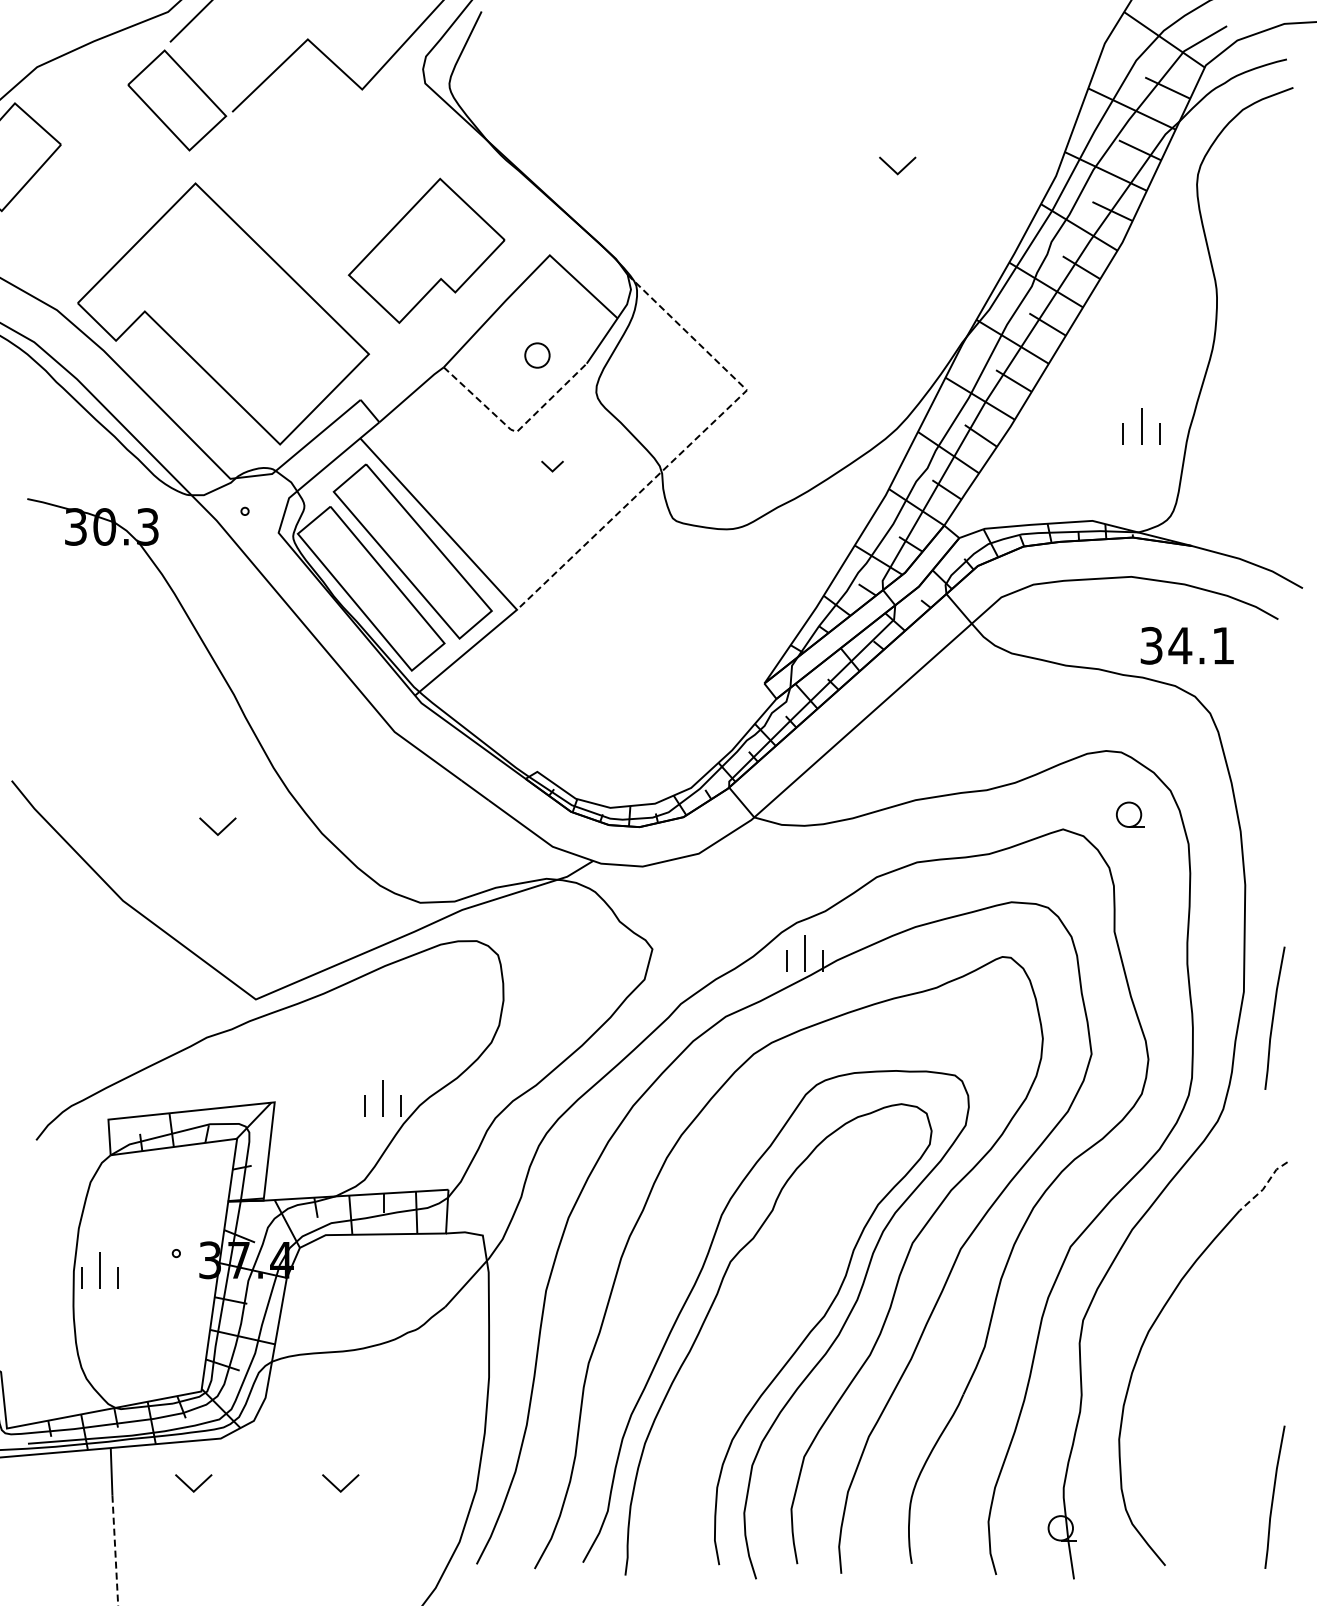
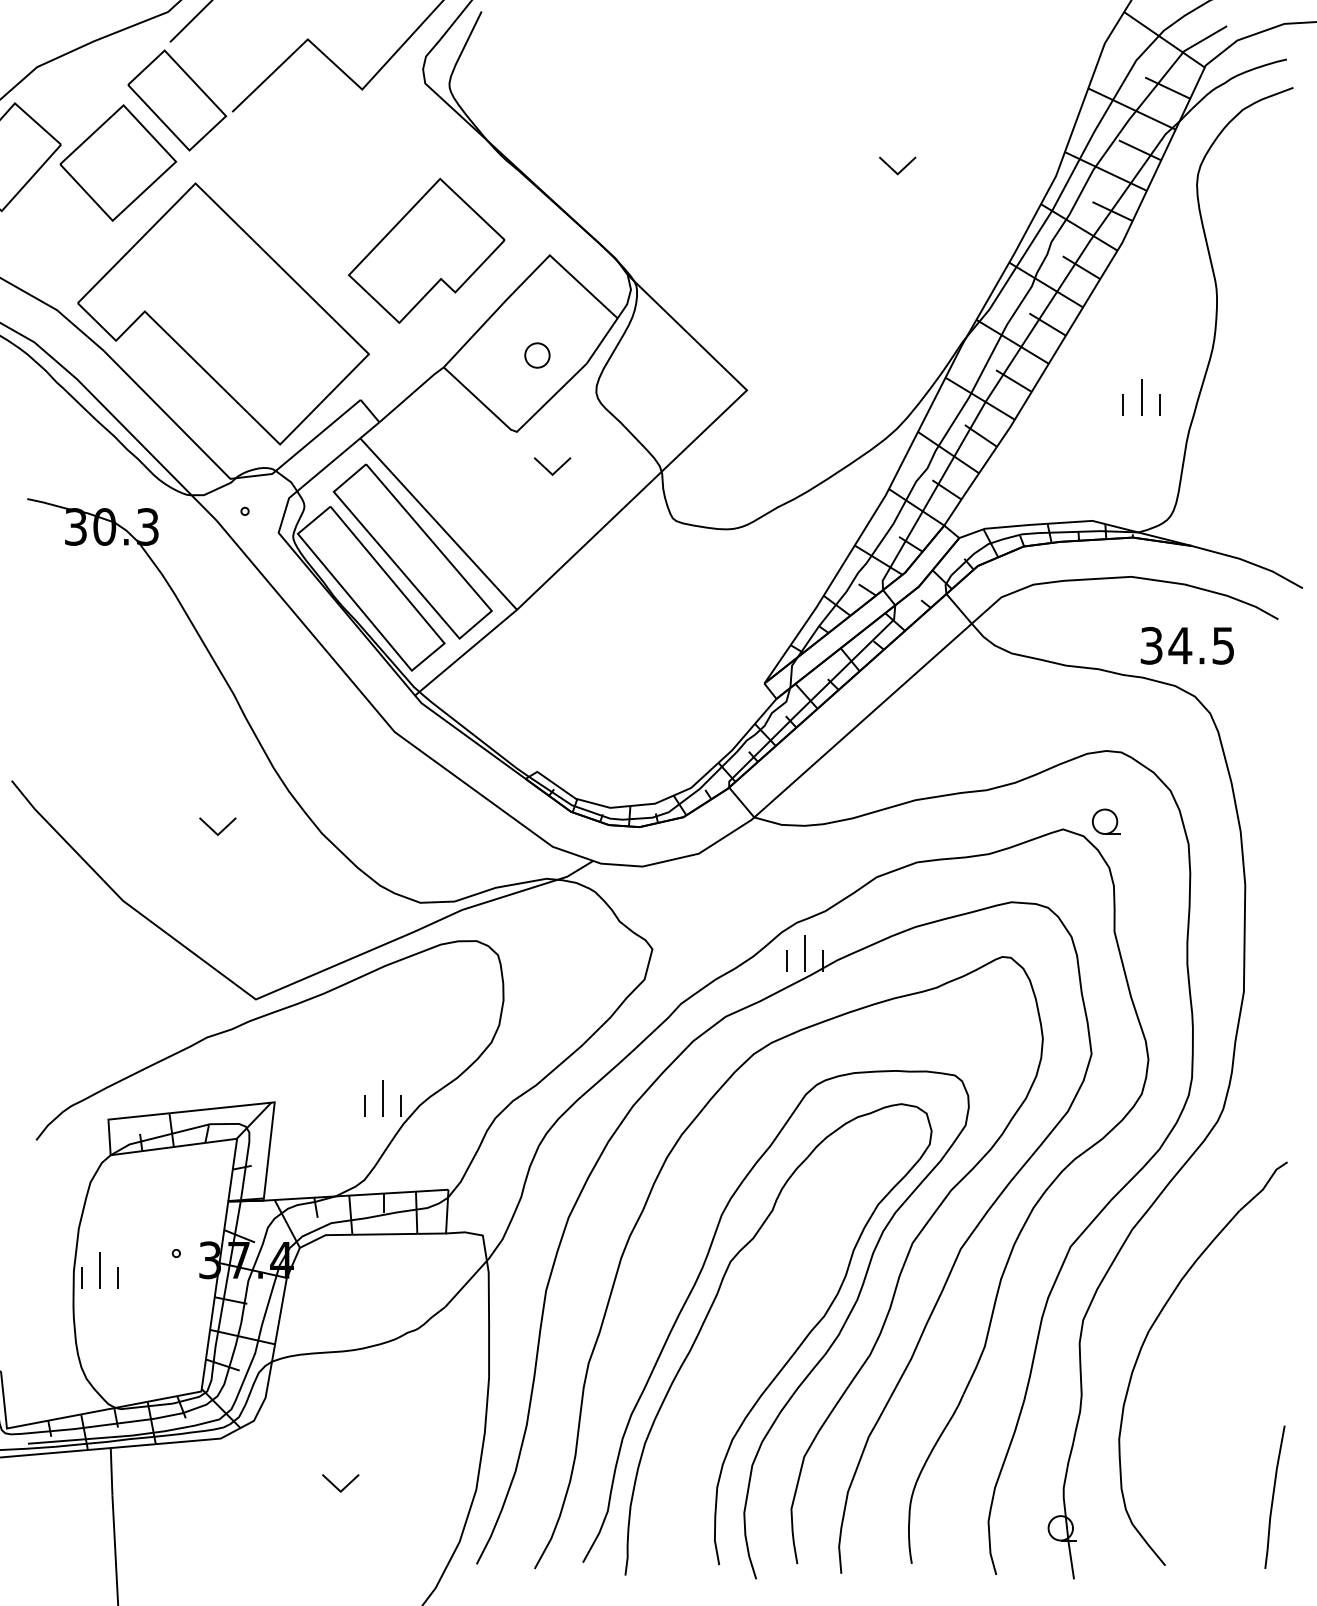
part at (118, 162): none -> present
part at (1141, 426) position: (1141, 426) -> (1141, 397)
line at (516, 431): dashed -> solid
line at (692, 442): dashed -> solid
part at (552, 466) size: 23x13 px -> 39x19 px
text at (1222, 645): 34.1 -> 34.5
part at (1130, 814) position: (1130, 814) -> (1106, 821)
line at (1274, 1016): present -> none
line at (1264, 1187): dashed -> solid
part at (193, 1483): present -> none
line at (115, 1550): dashed -> solid
